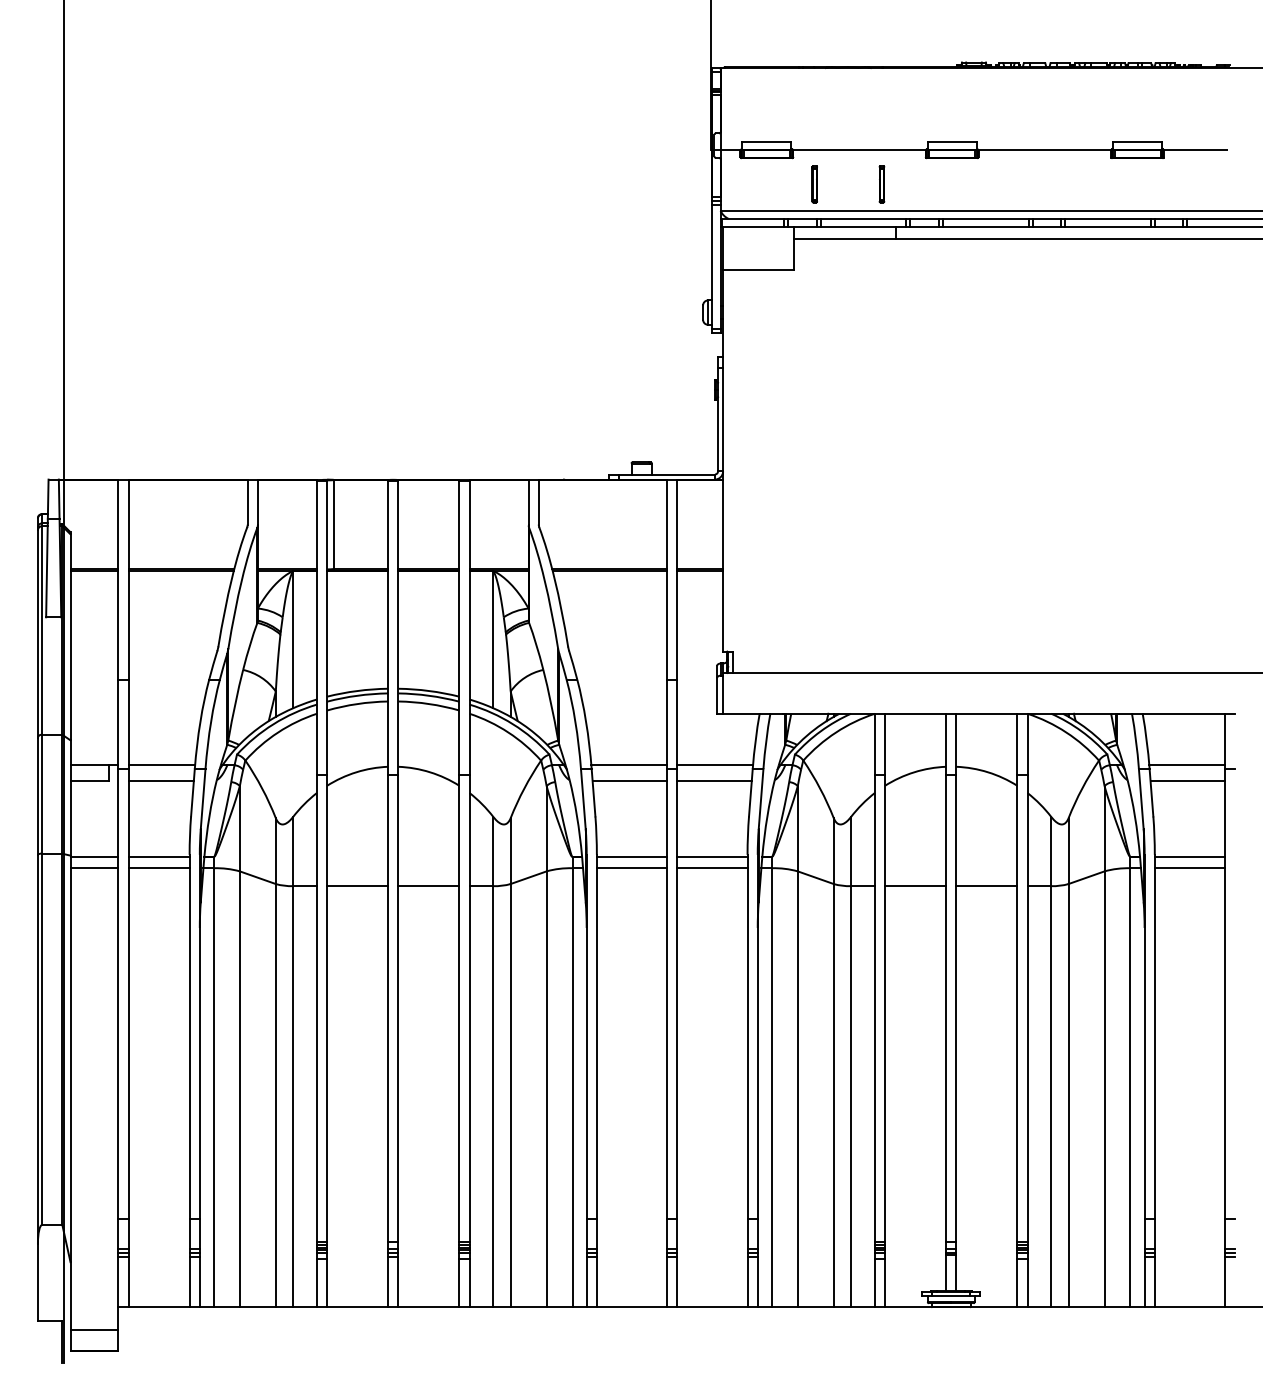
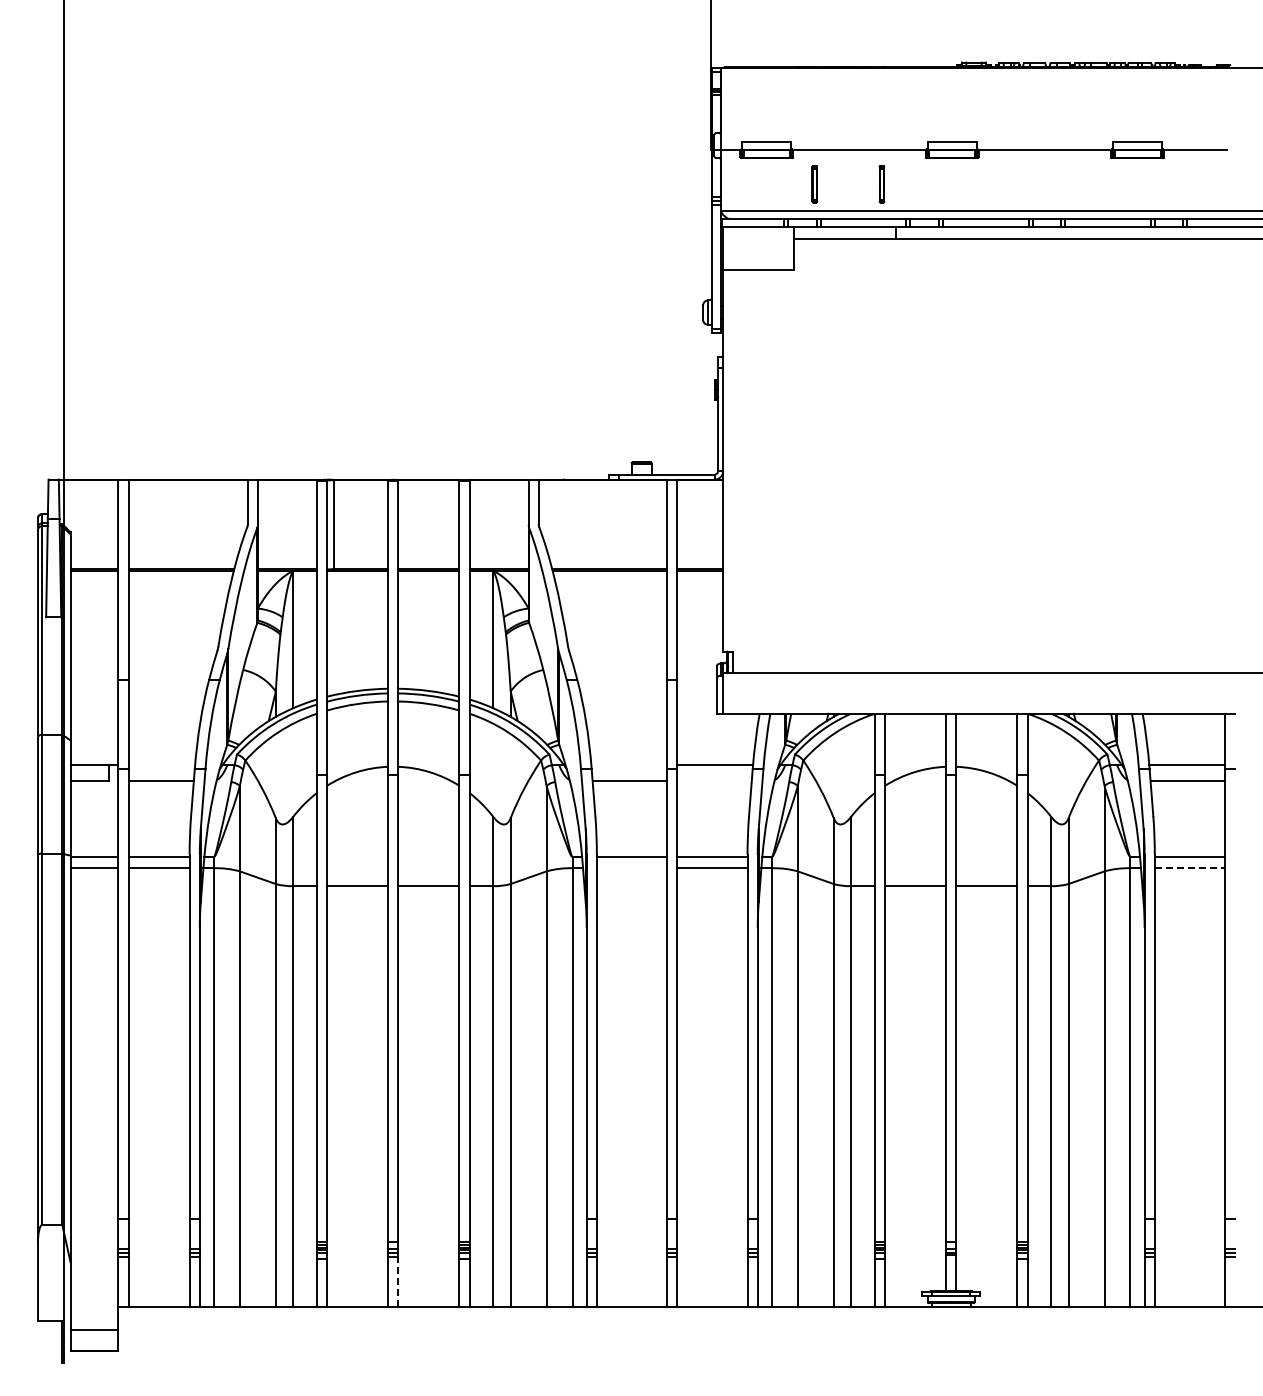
line at (161, 765): present -> none
line at (629, 765): present -> none
line at (714, 780): present -> none
line at (631, 868): present -> none
line at (1190, 868): solid -> dashed
line at (398, 1281): solid -> dashed
